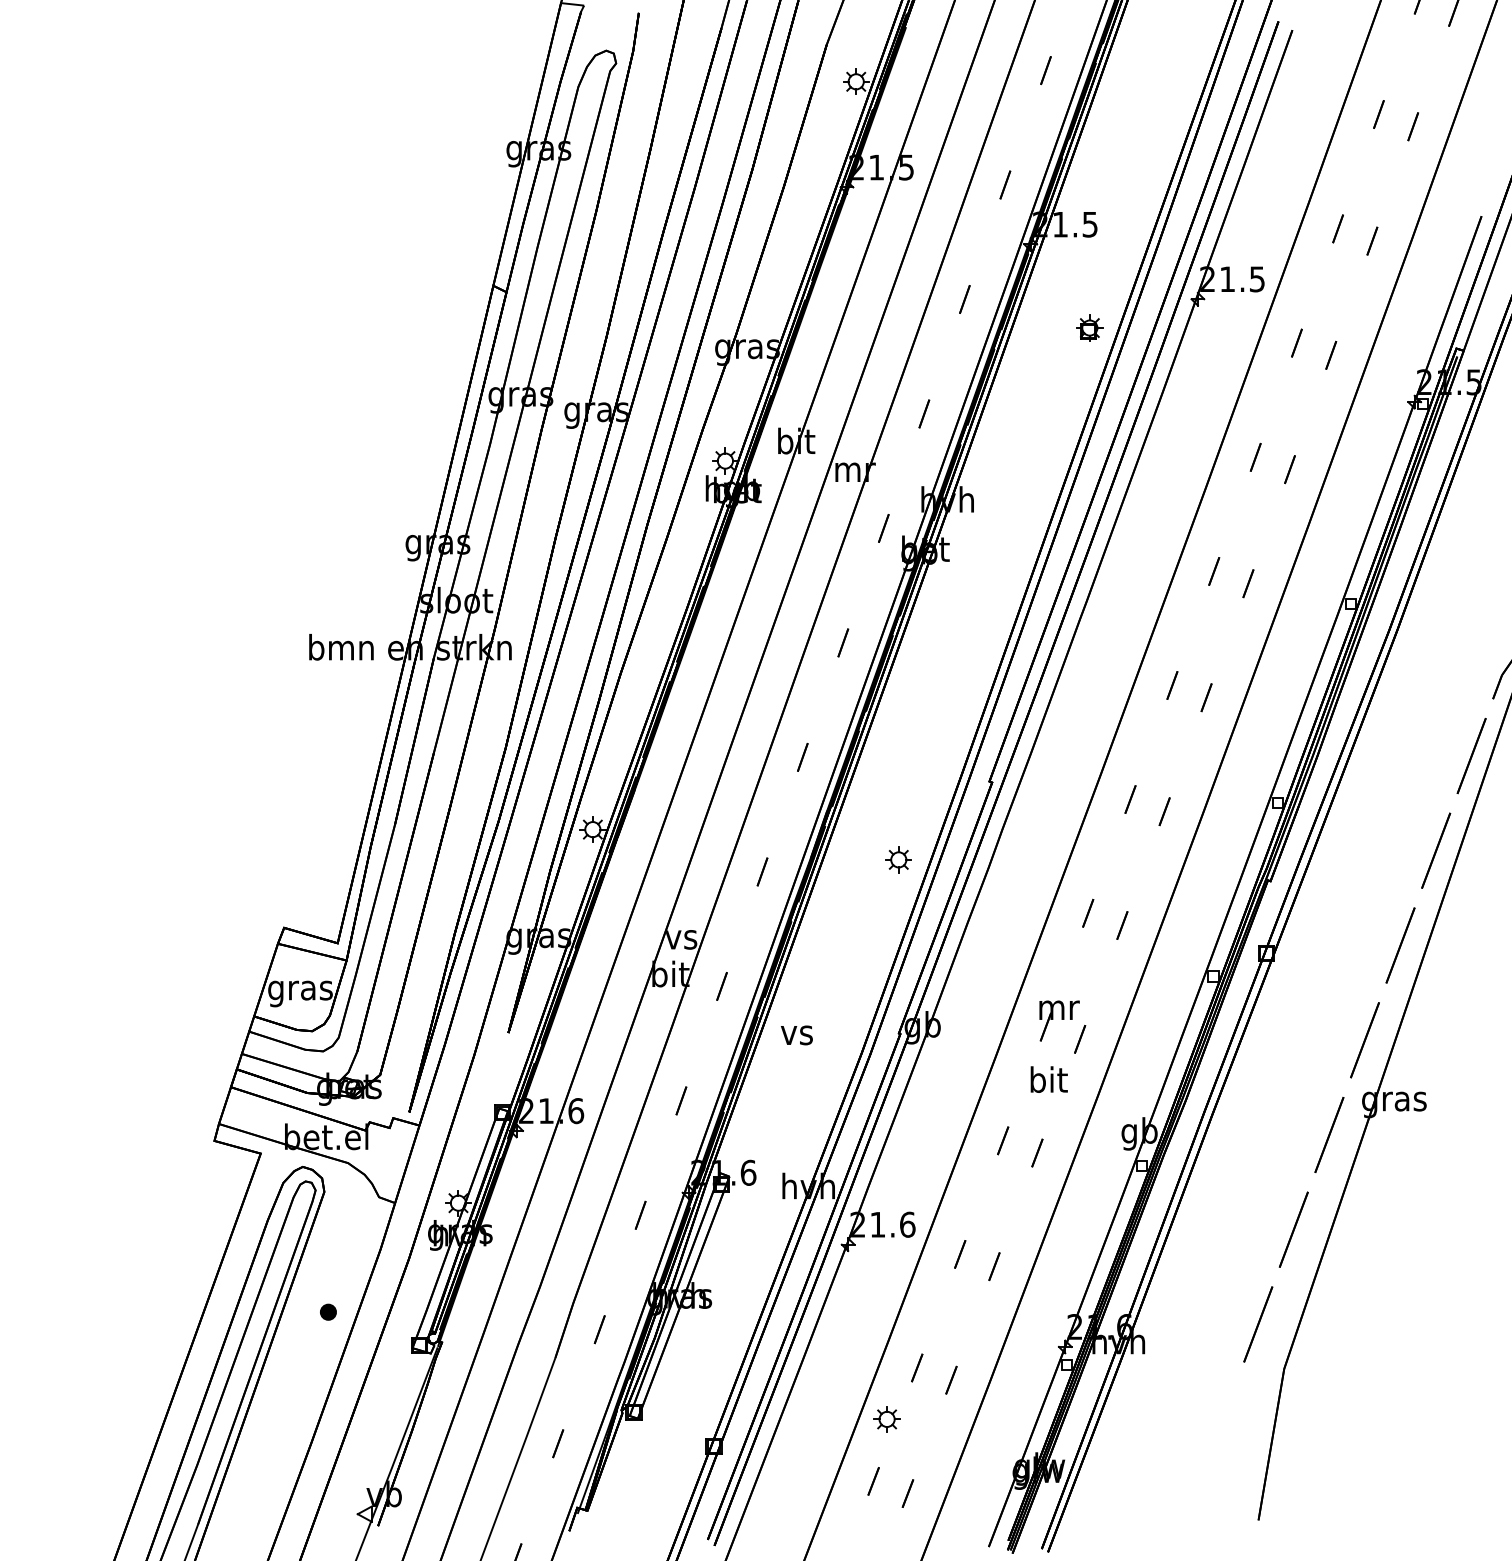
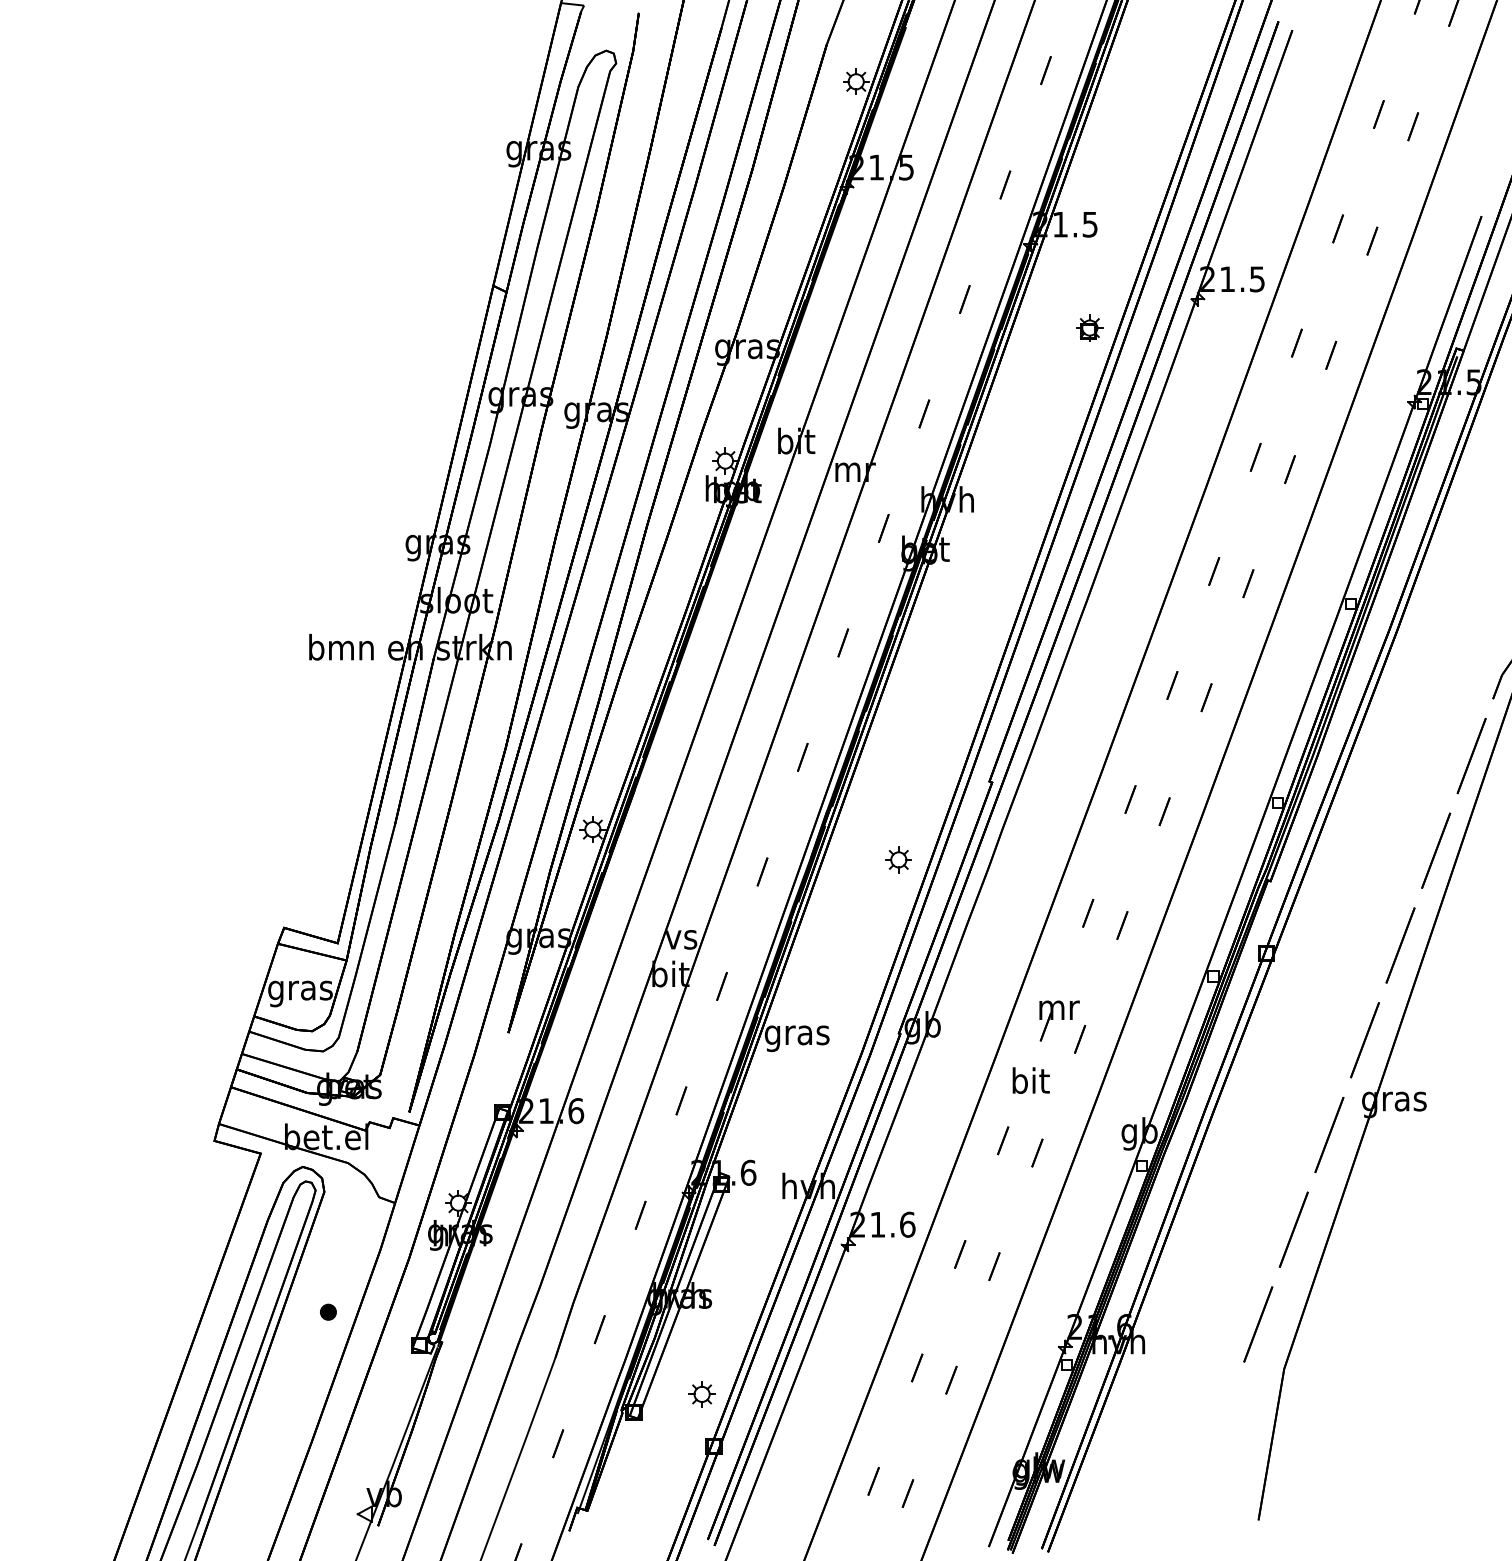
text at (796, 1038): vs -> gras
text at (1048, 1079) position: (1048, 1079) -> (1030, 1080)
part at (886, 1419) position: (886, 1419) -> (701, 1394)
